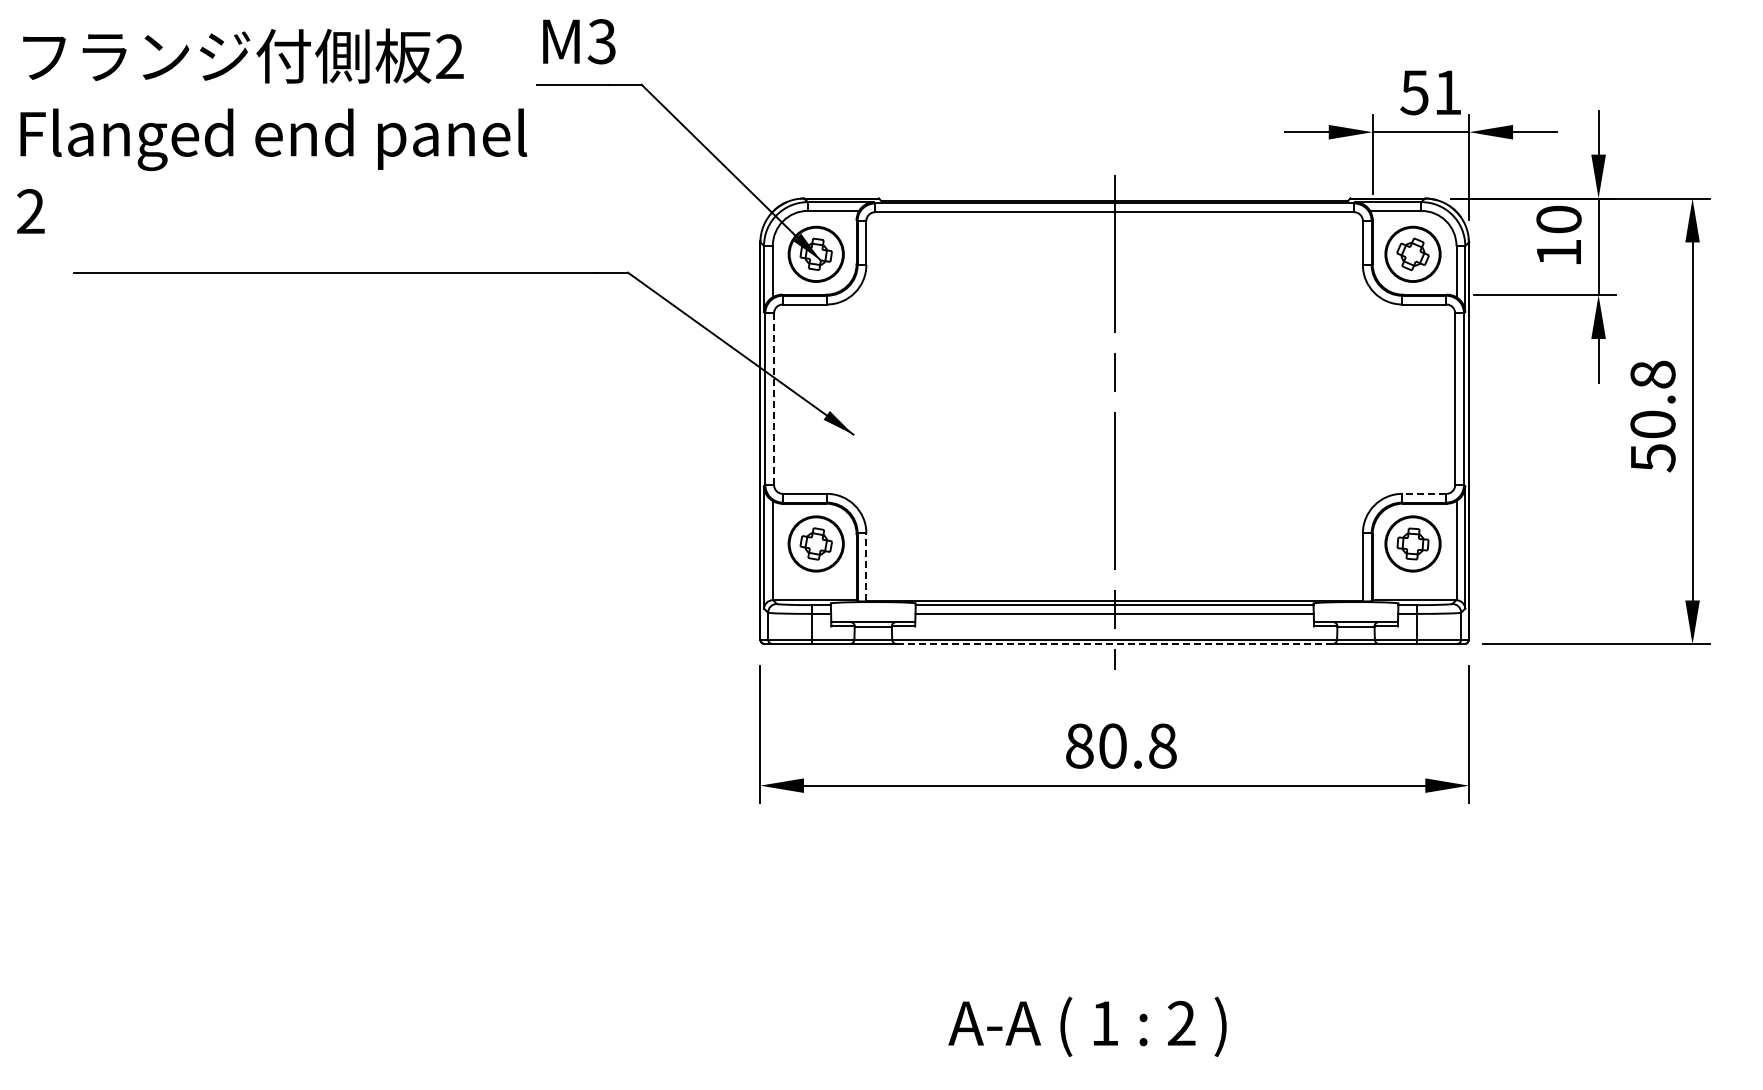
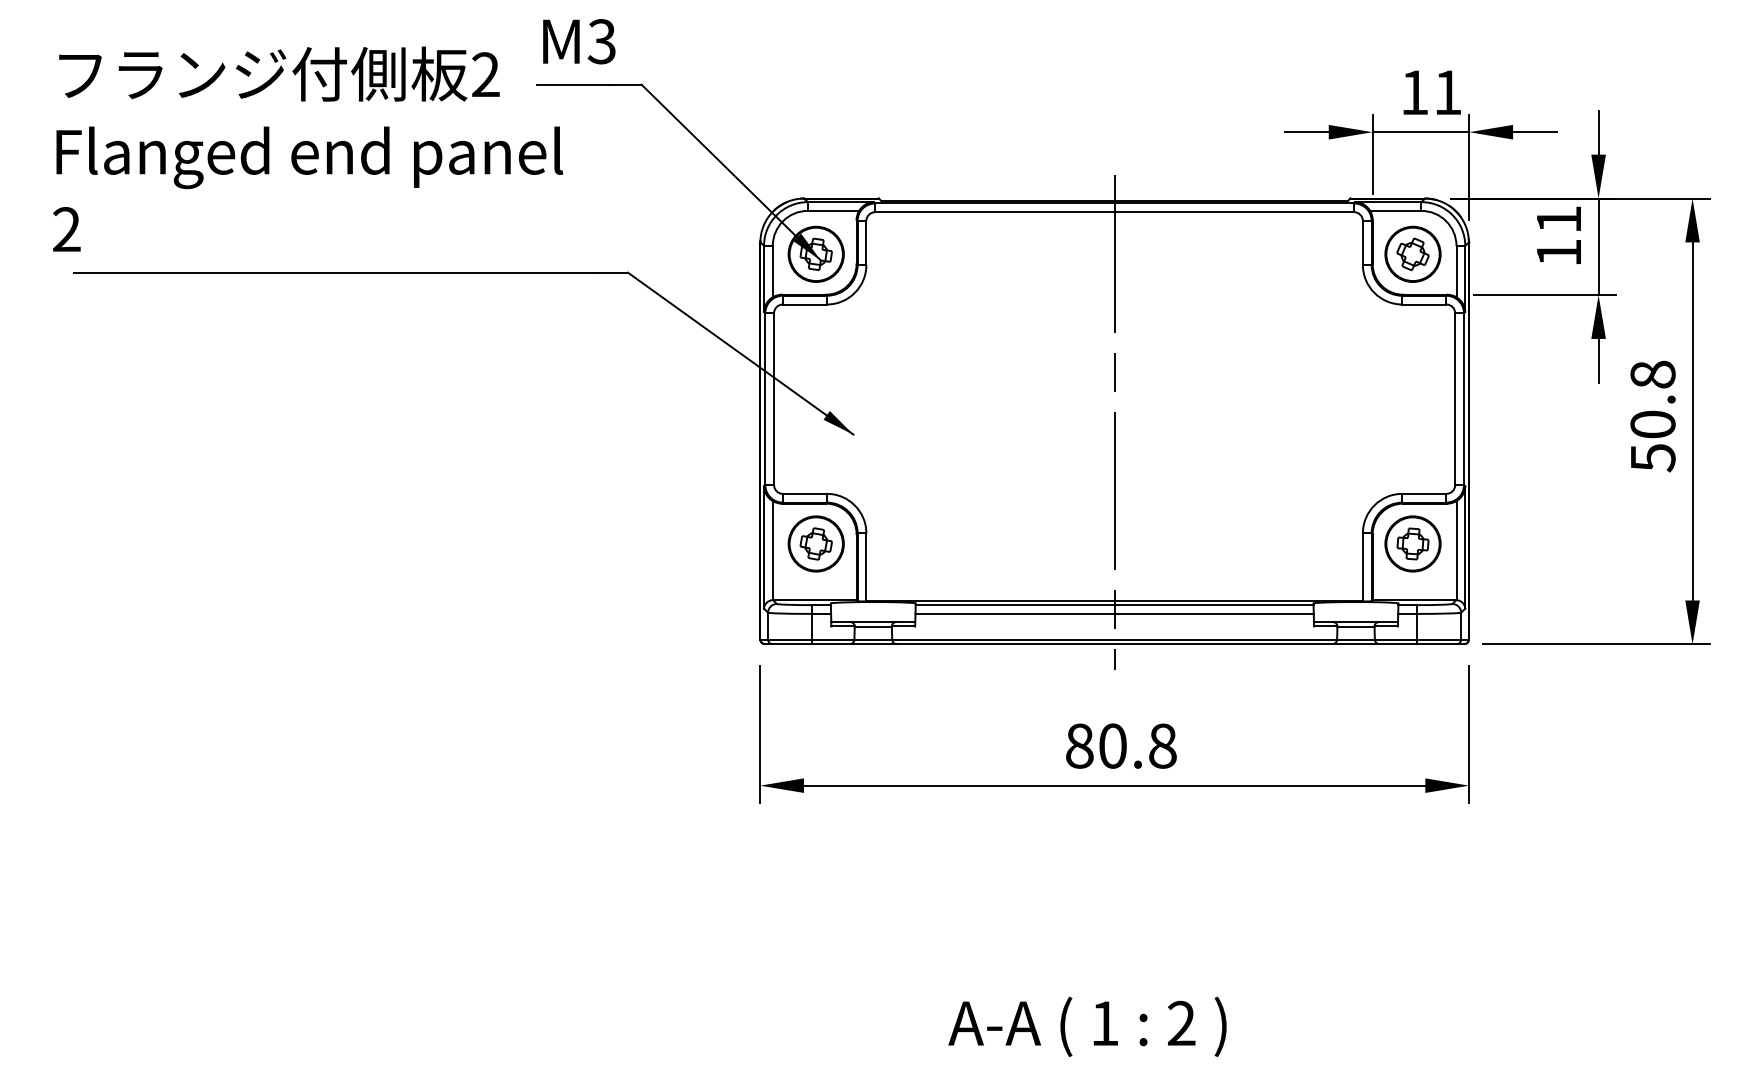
text at (1414, 92): 51 -> 11
text at (272, 130) position: (272, 130) -> (308, 148)
text at (1558, 219): 10 -> 11
line at (774, 399): dashed -> solid
line at (1423, 493): dashed -> solid
line at (866, 566): dashed -> solid
line at (1115, 644): dashed -> solid
